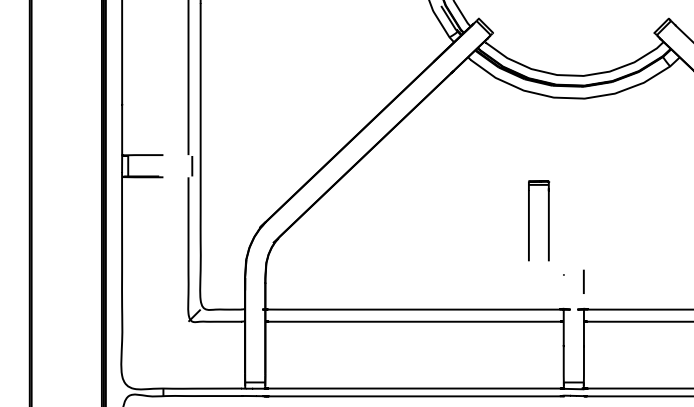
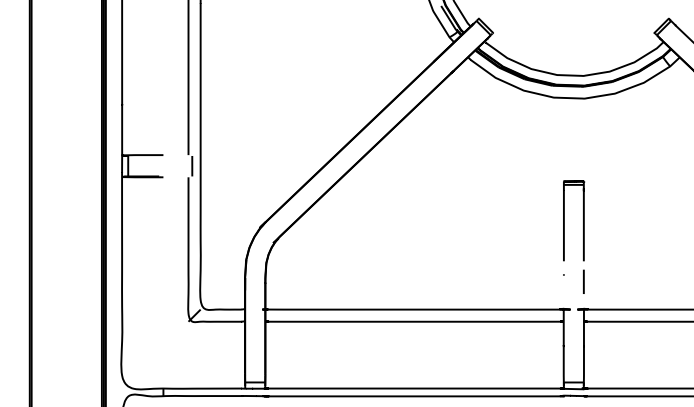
part at (548, 220) position: (548, 220) -> (583, 220)
